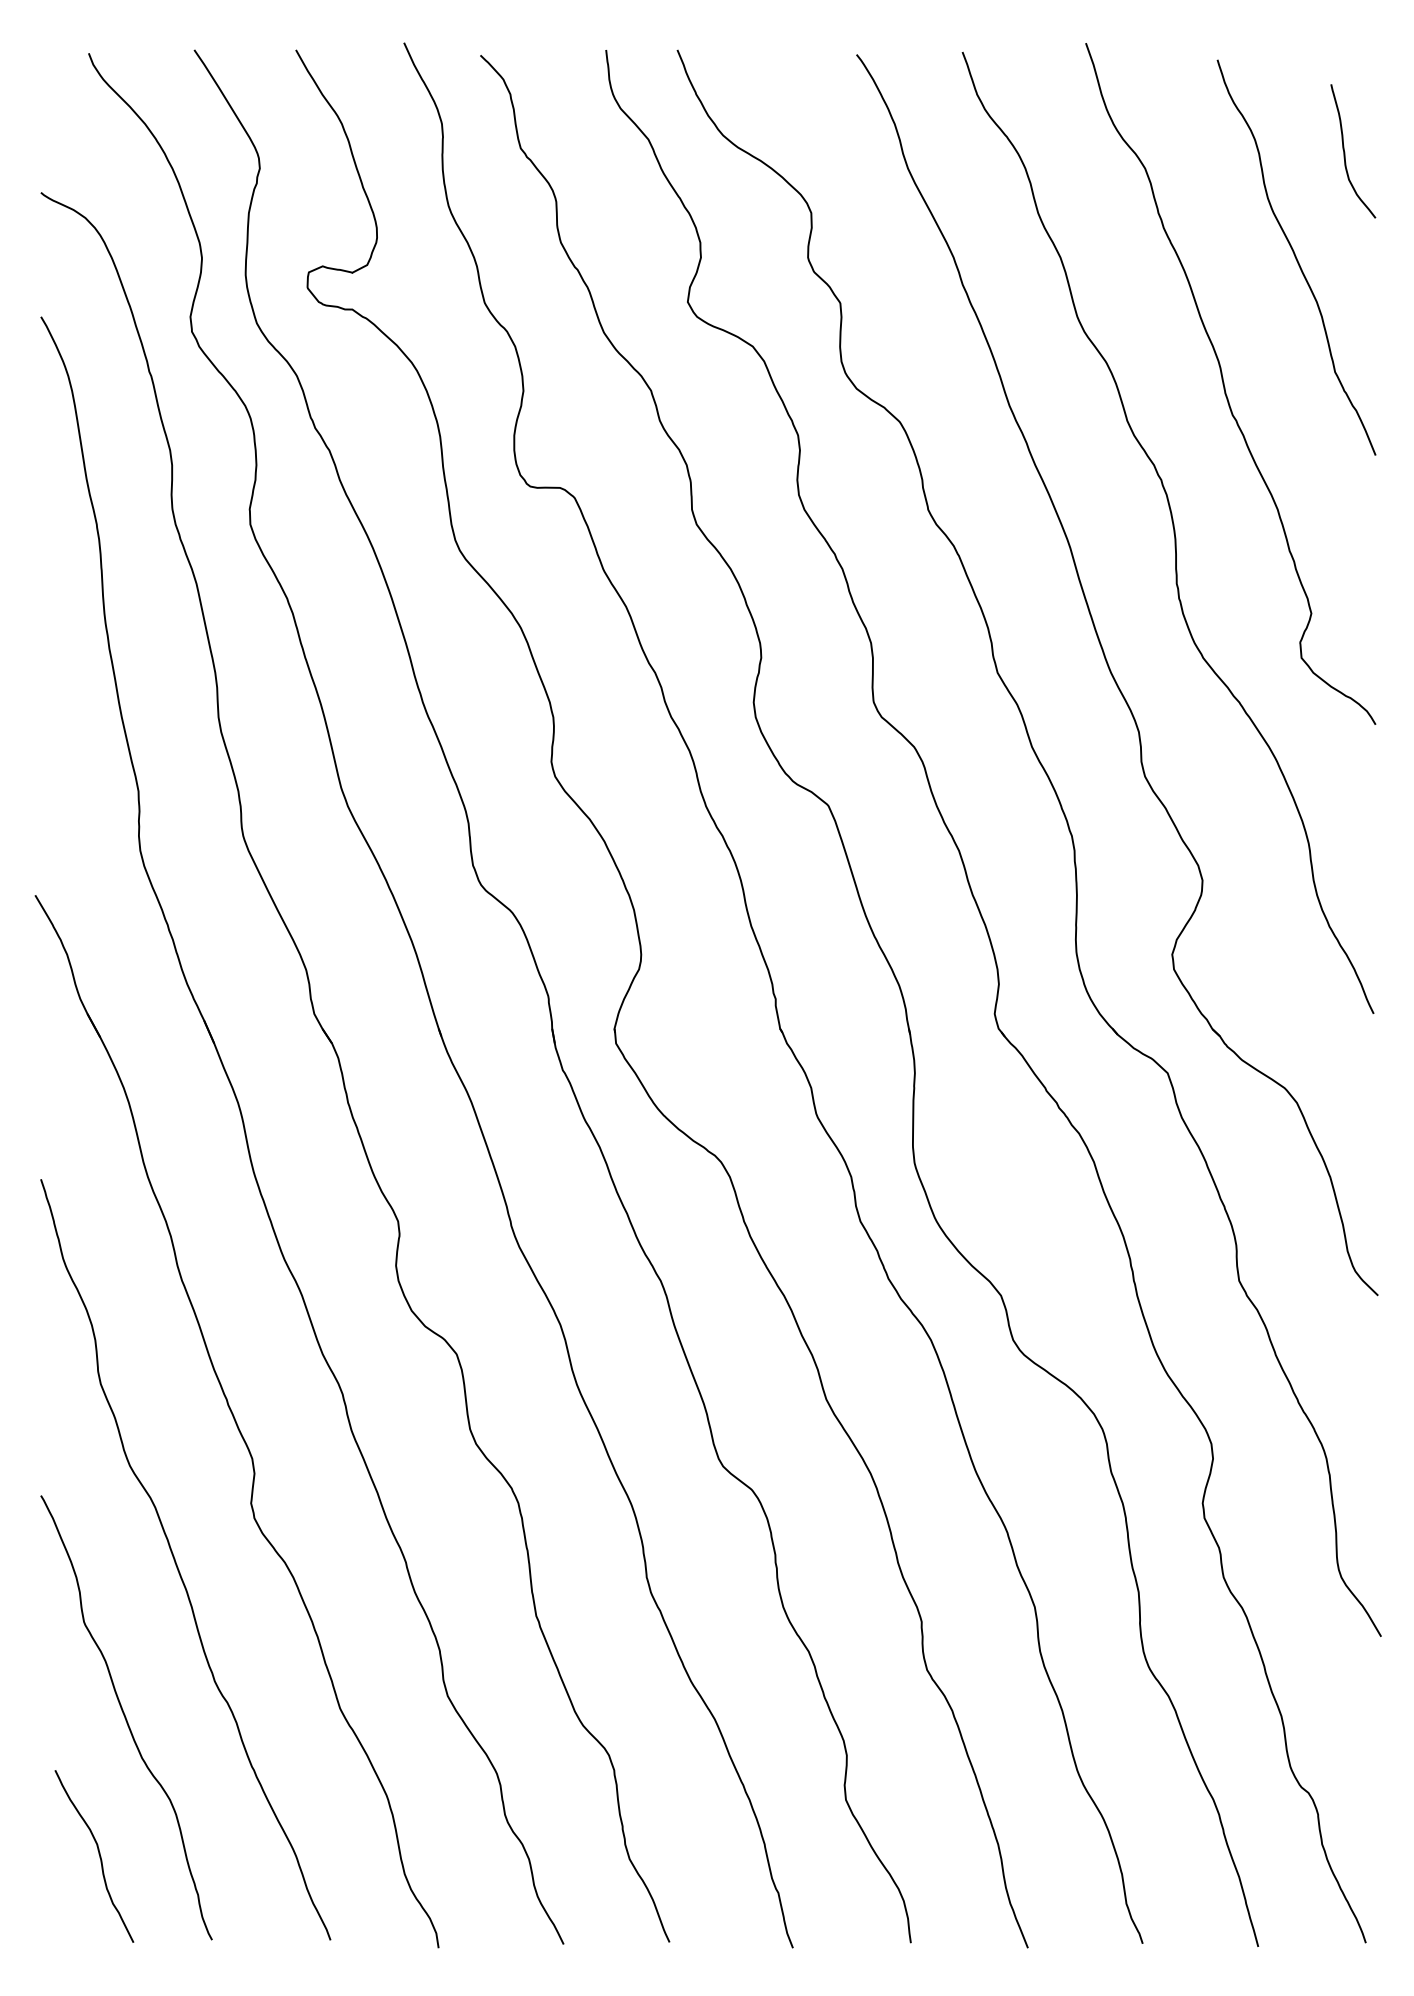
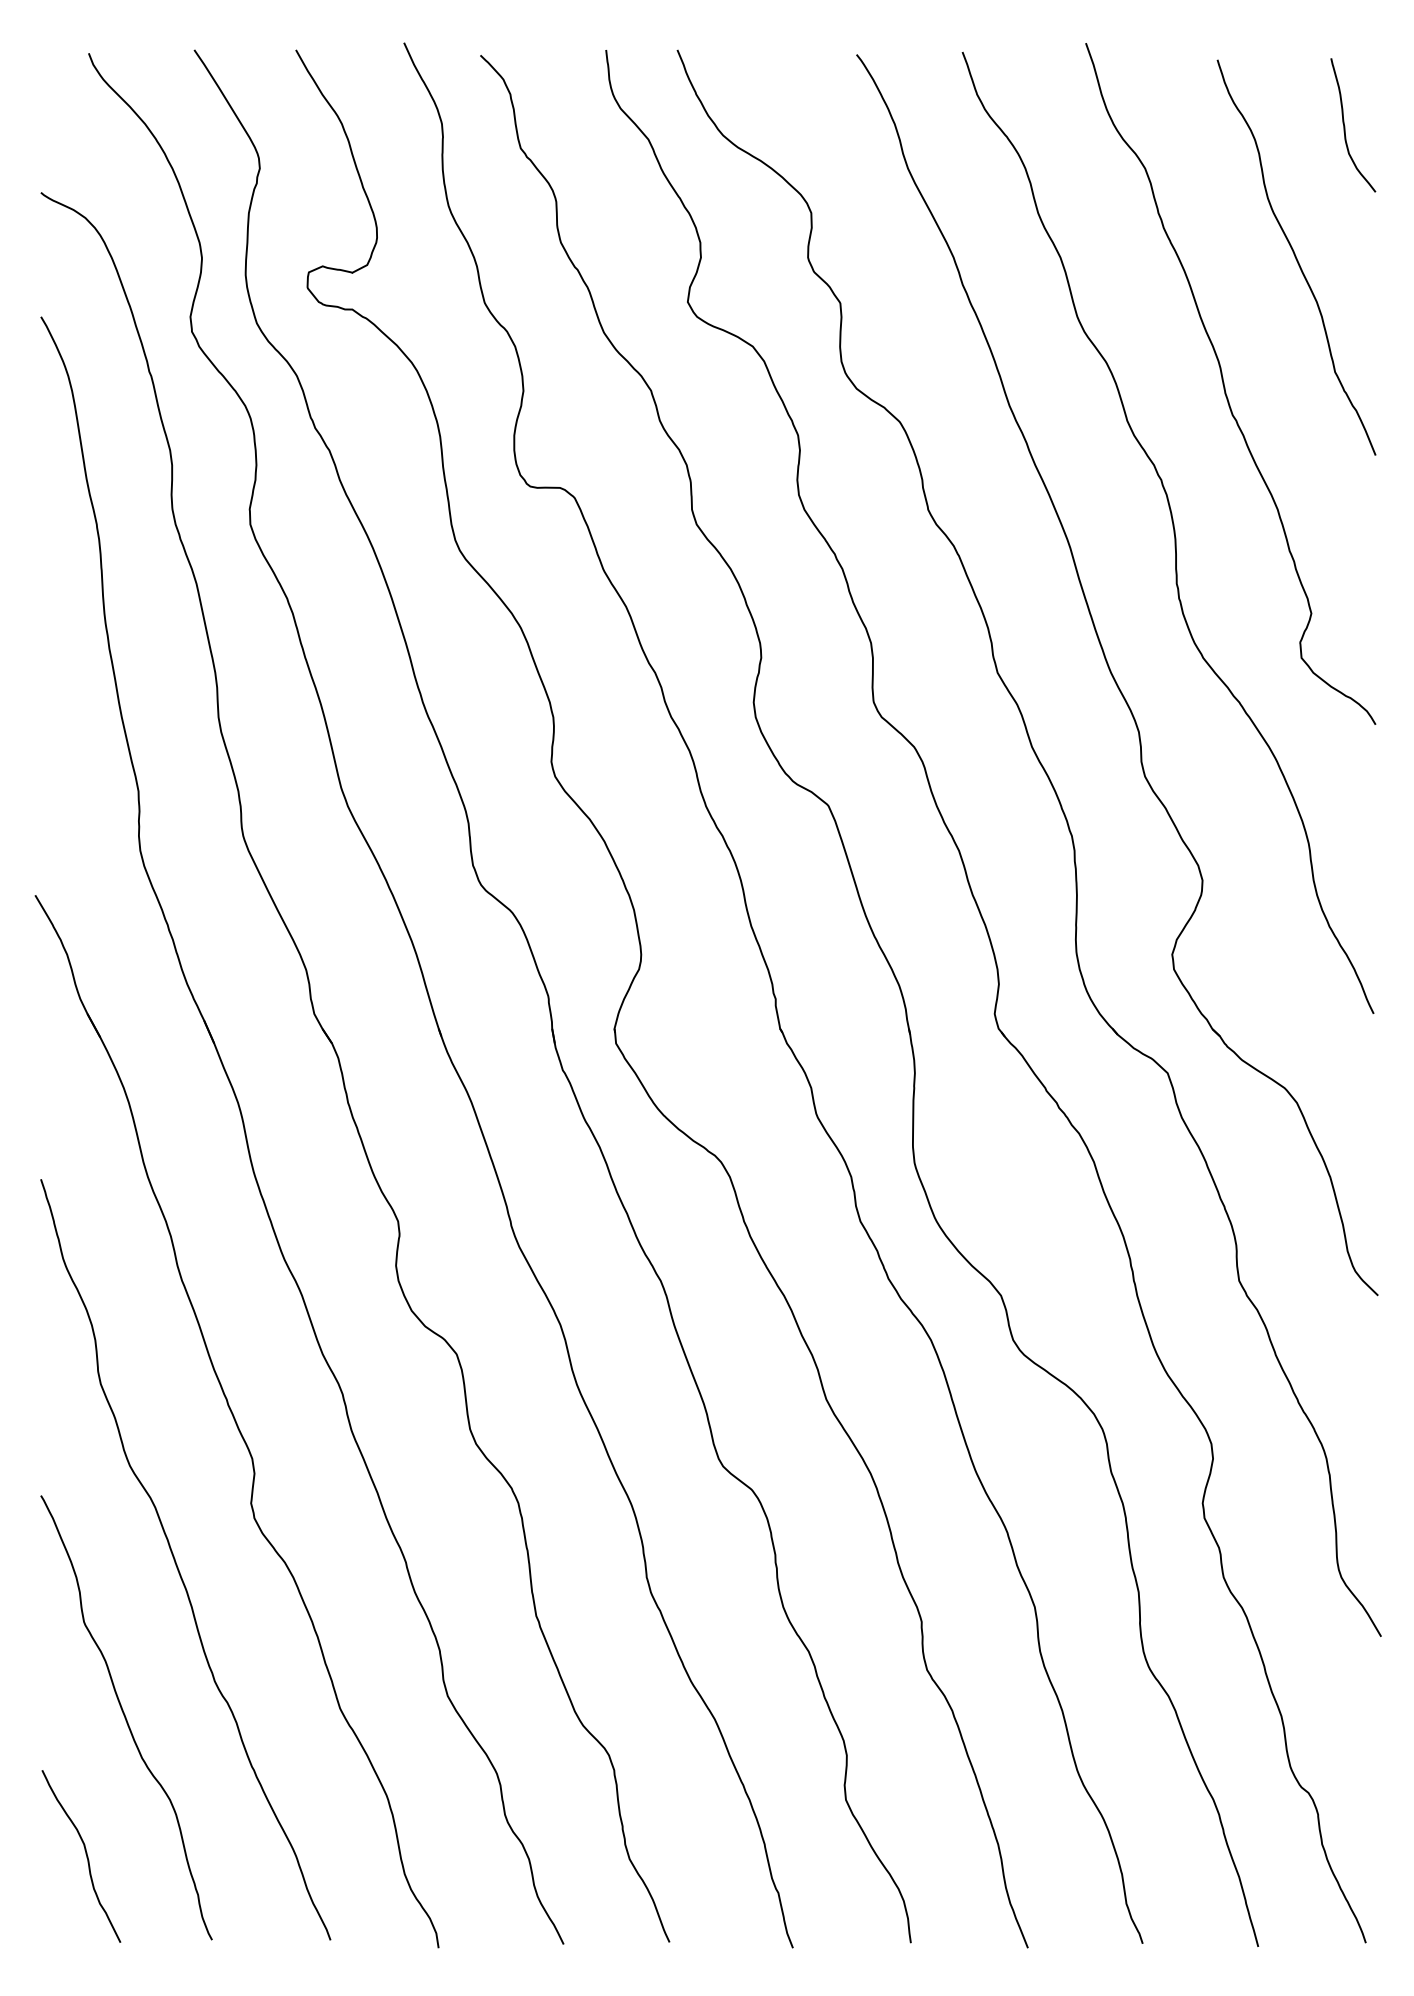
curve at (1345, 152) position: (1345, 152) -> (1345, 126)
curve at (98, 1854) position: (98, 1854) -> (85, 1854)
